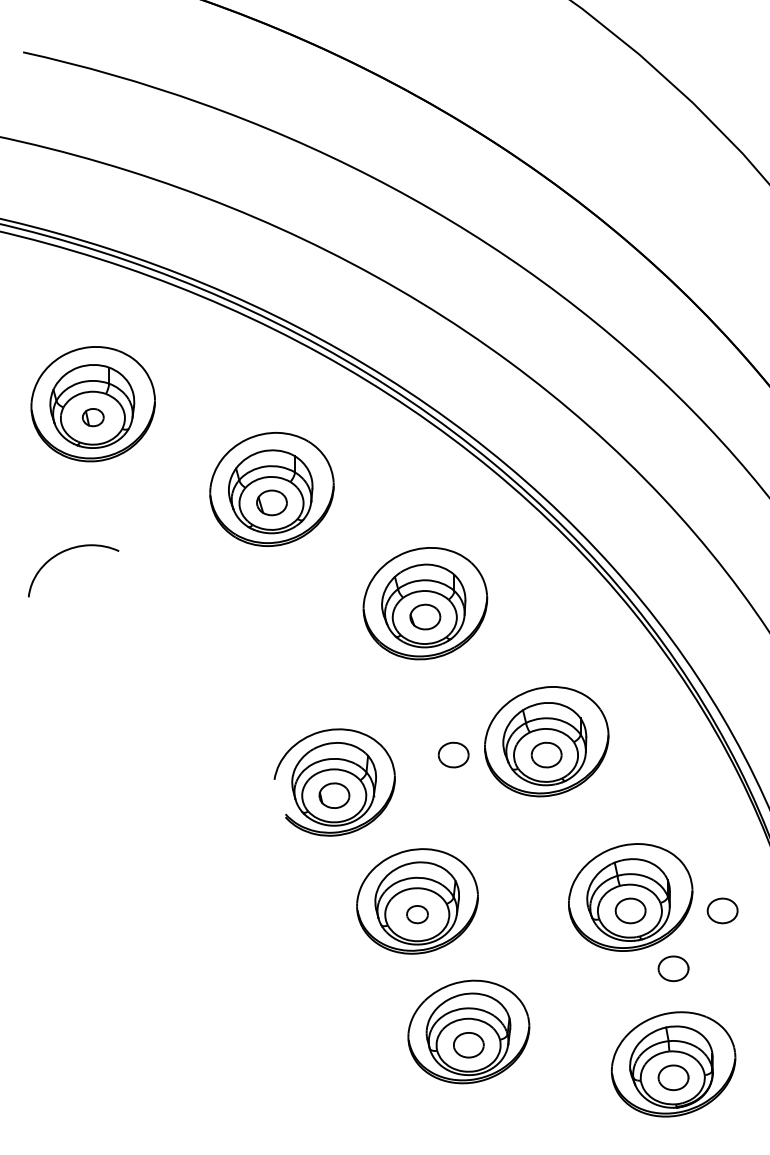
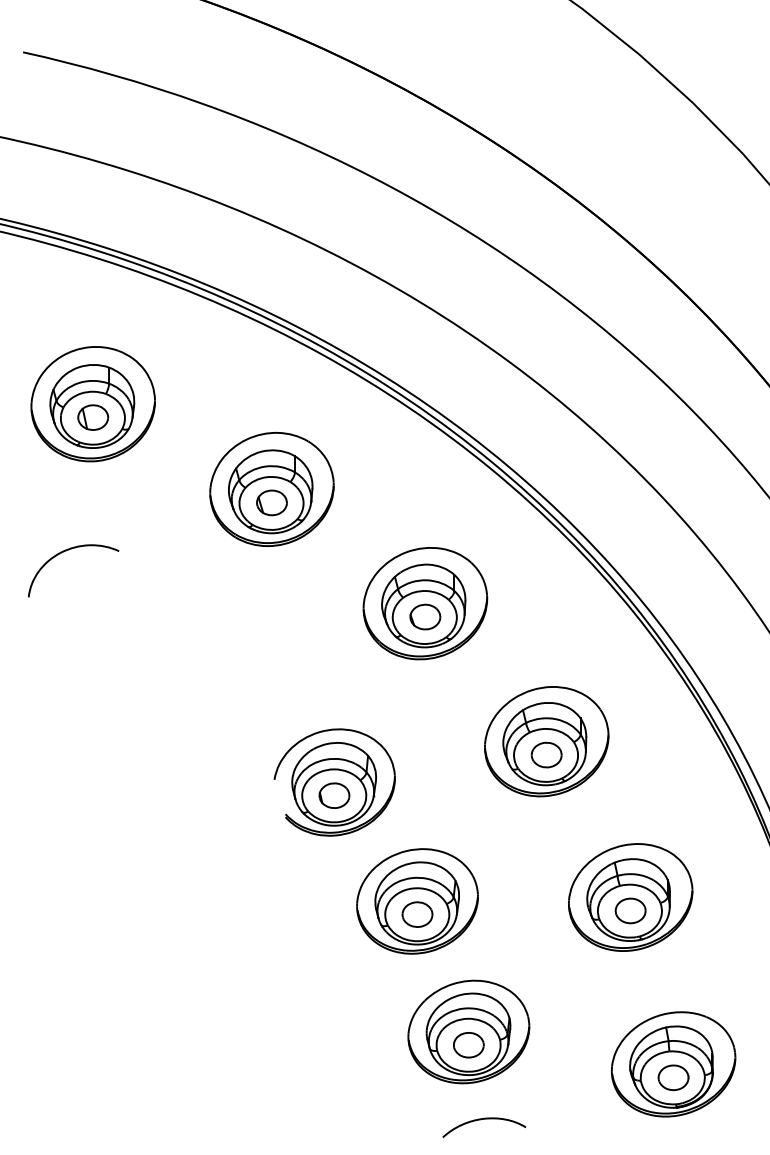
part at (93, 417) size: 23x20 px -> 33x27 px
part at (453, 754): present -> none
part at (722, 910): present -> none
part at (417, 914) size: 23x20 px -> 33x27 px
part at (673, 968): present -> none
curve at (481, 1120): none -> present
